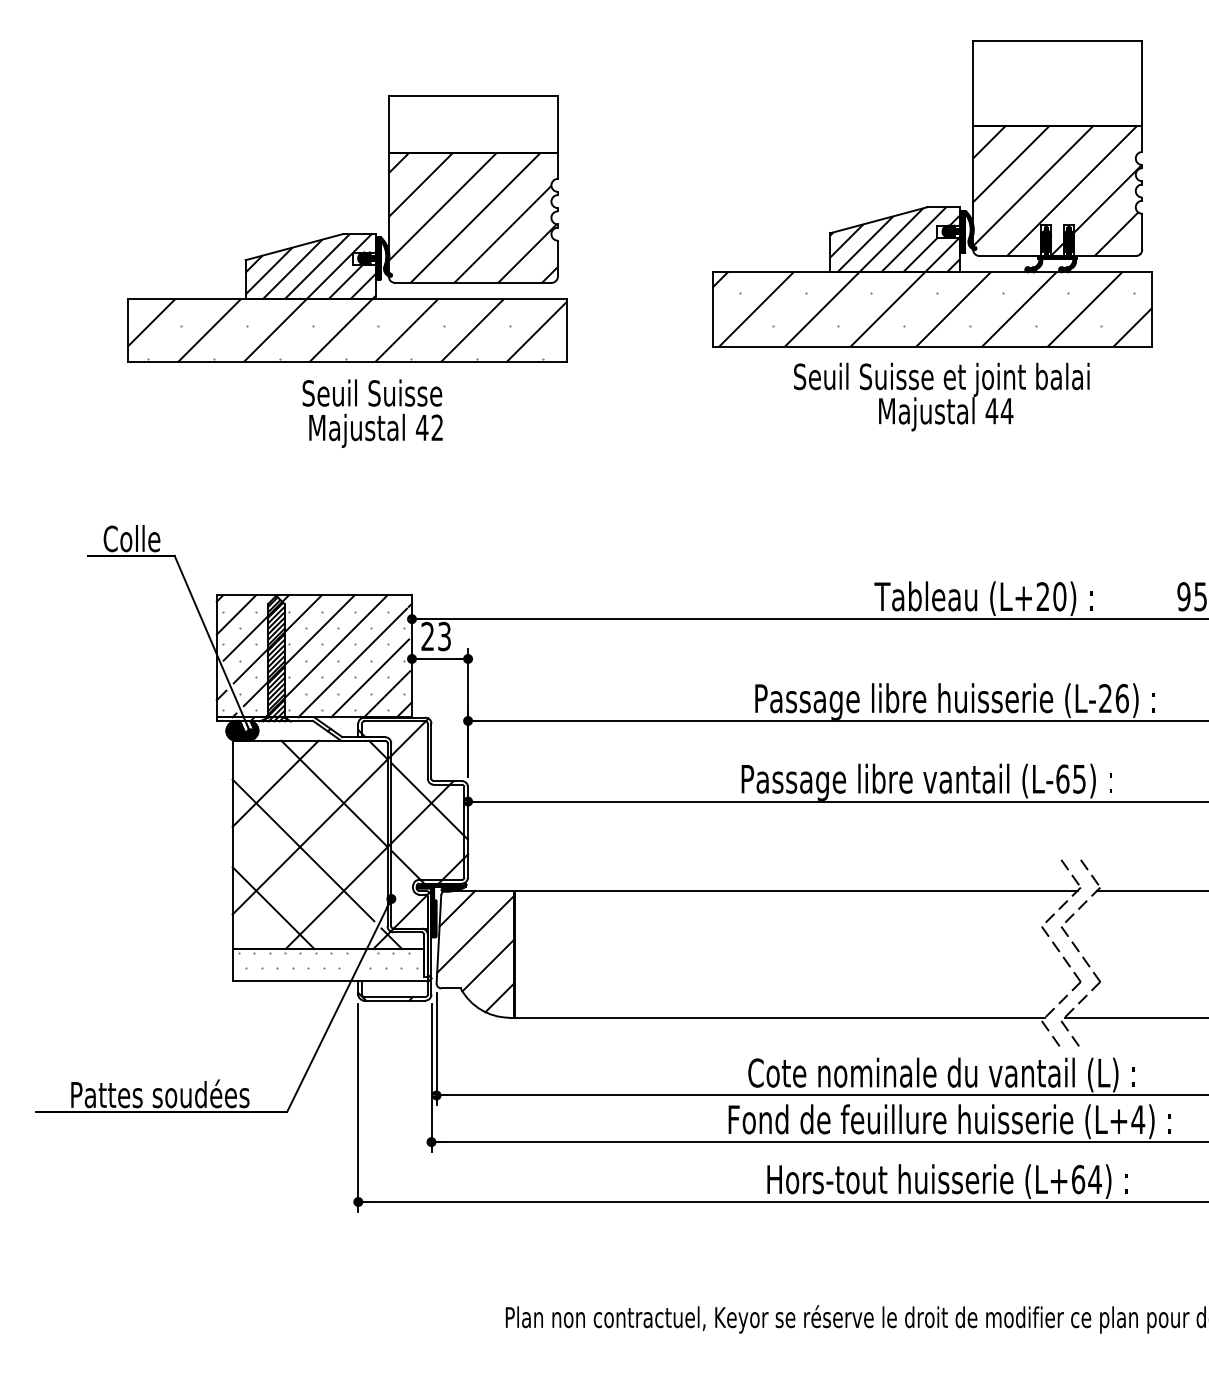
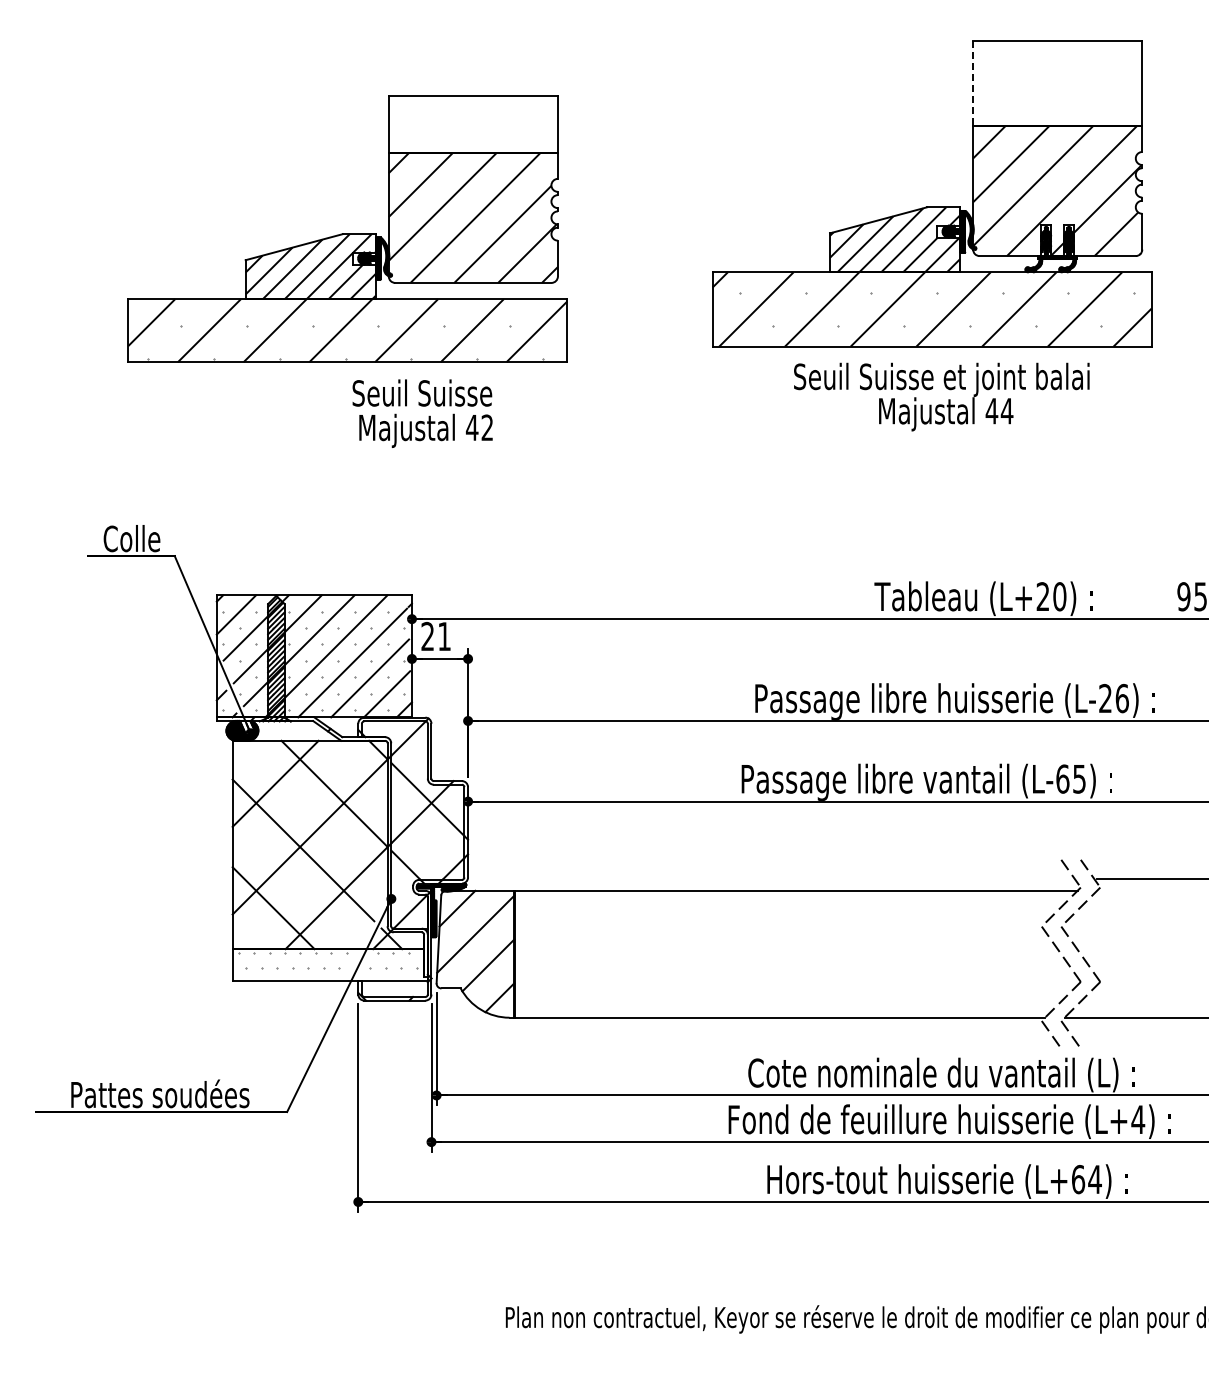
line at (973, 83): solid -> dashed
text at (372, 413) position: (372, 413) -> (422, 413)
text at (444, 636): 23 -> 21
line at (1151, 890) position: (1151, 890) -> (1151, 878)
